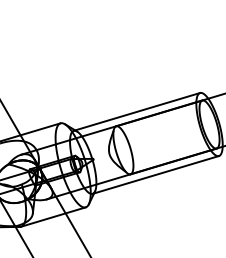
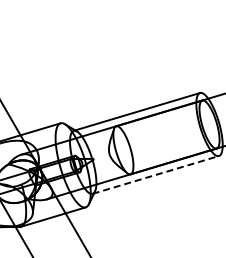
line at (155, 174): solid -> dashed
